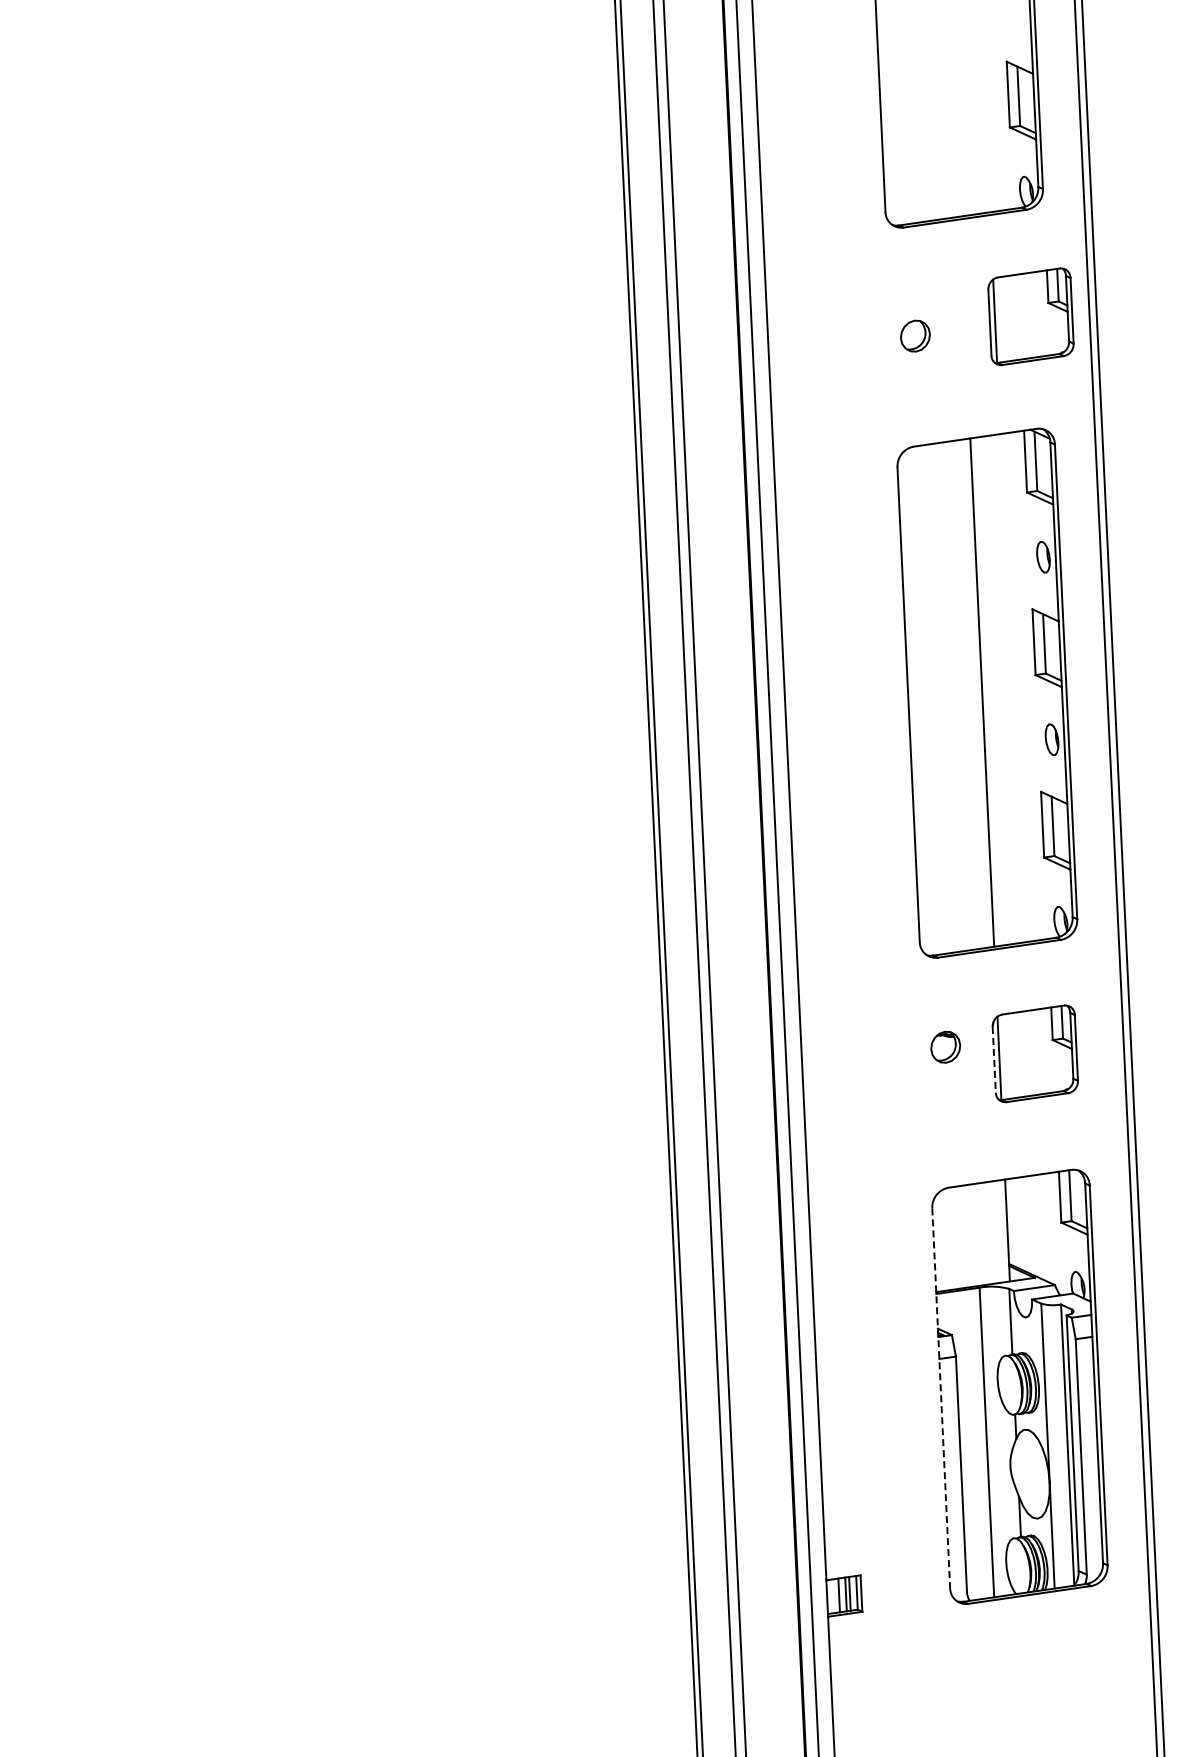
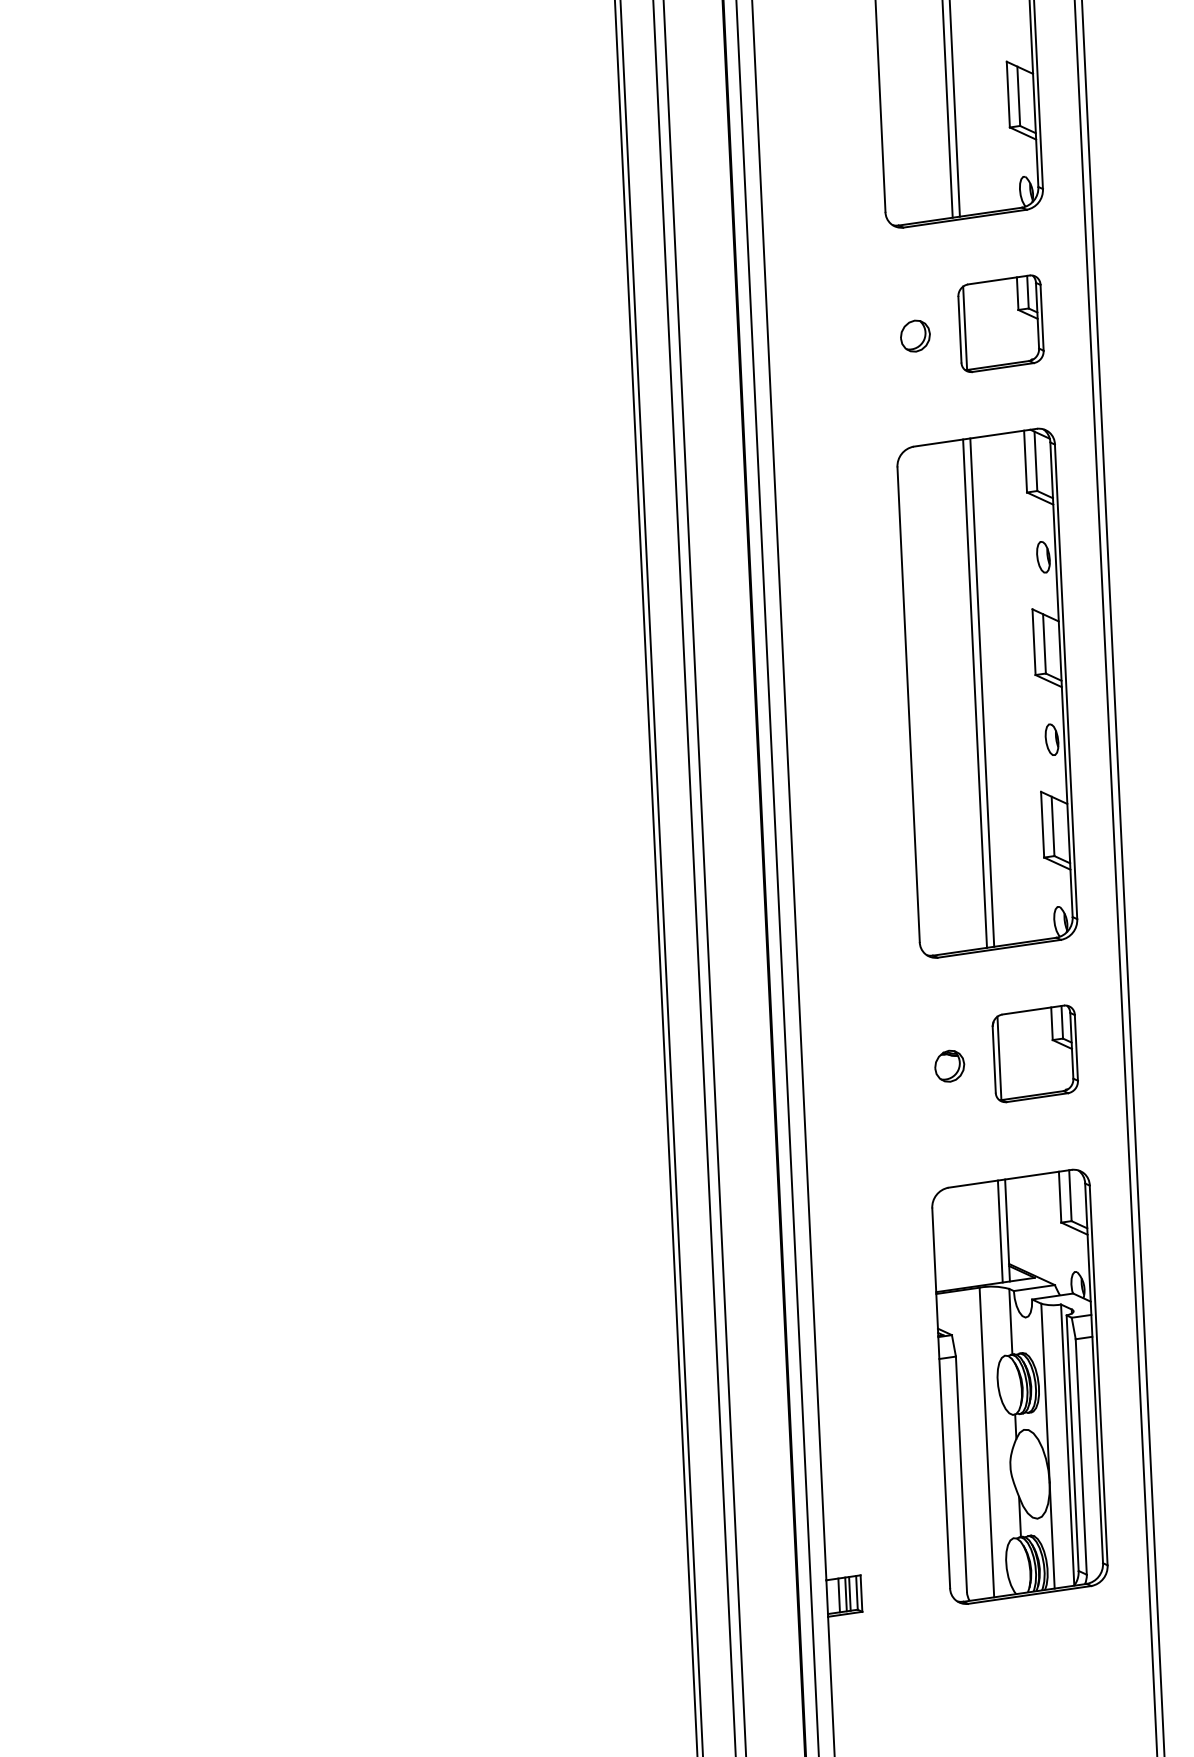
line at (947, 109): none -> present
line at (954, 109): none -> present
part at (1030, 316) position: (1030, 316) -> (1000, 323)
line at (975, 693): none -> present
part at (945, 1046) position: (945, 1046) -> (949, 1065)
line at (994, 1059): dashed -> solid
line at (999, 1231): none -> present
line at (941, 1398): dashed -> solid
